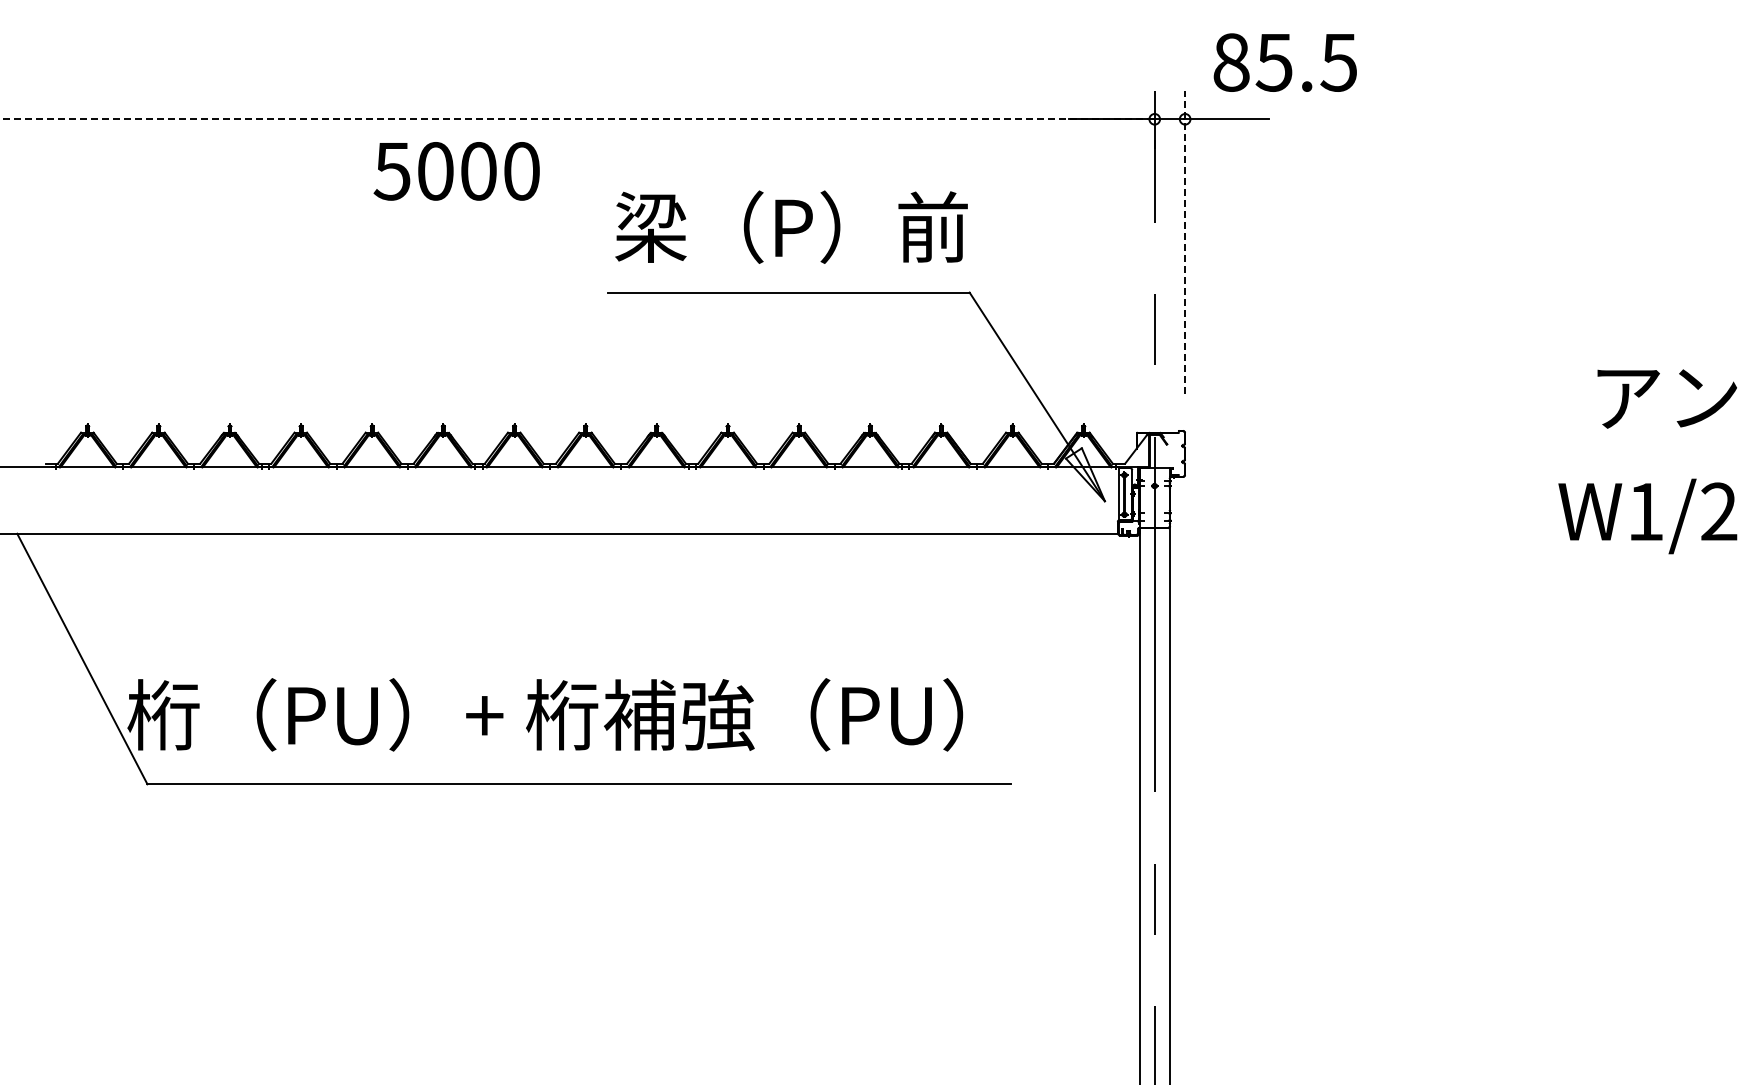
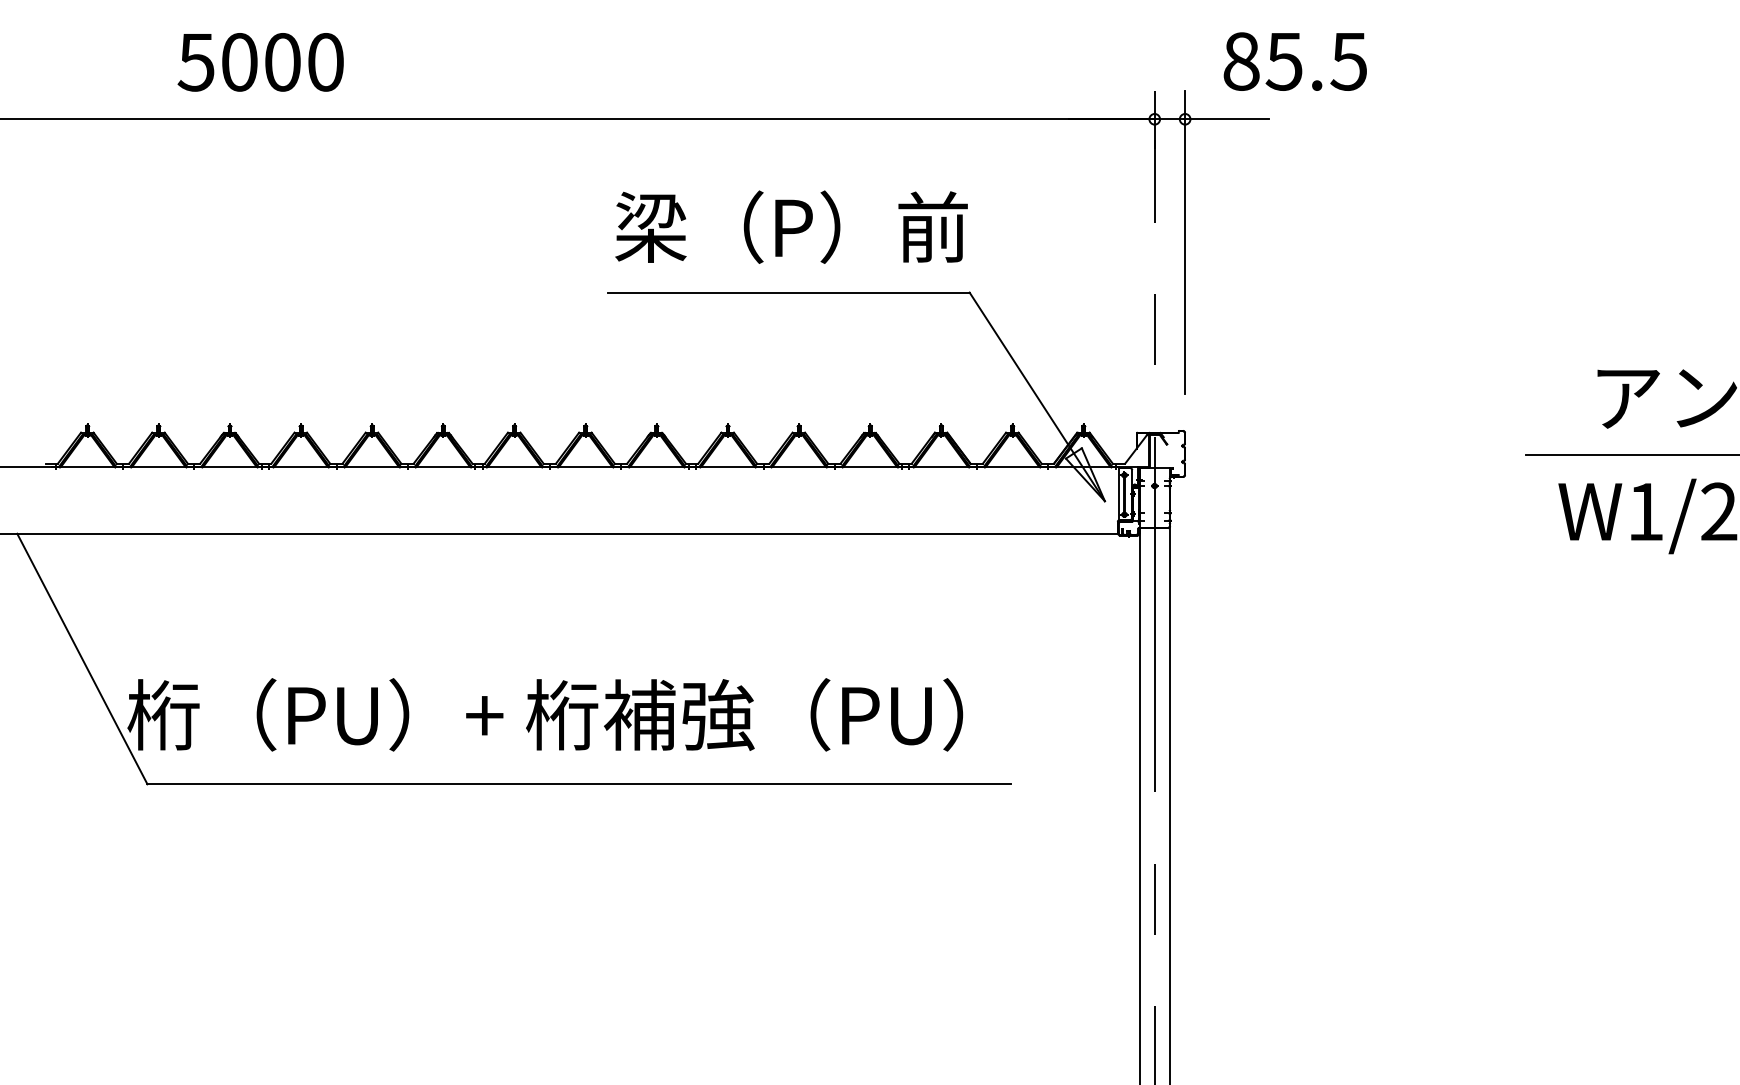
text at (1284, 62) position: (1284, 62) -> (1294, 61)
line at (577, 119): dashed -> solid
text at (456, 171) position: (456, 171) -> (260, 62)
line at (1185, 242): dashed -> solid
line at (1631, 454): none -> present
